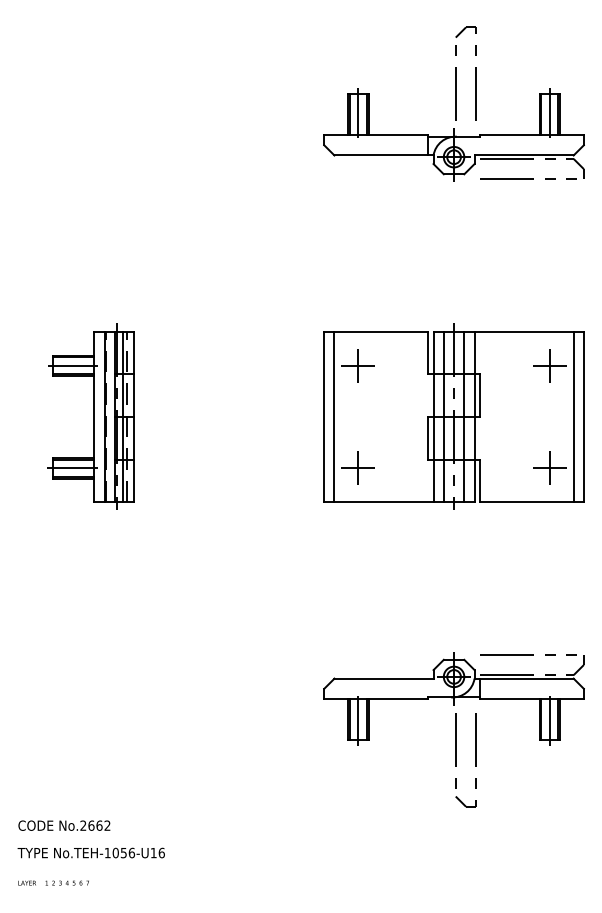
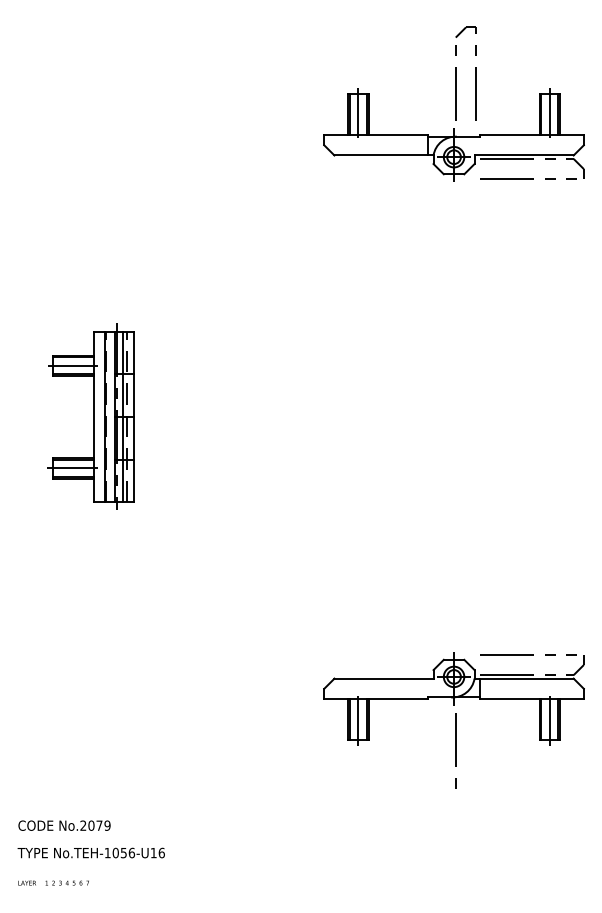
part at (453, 416): present -> none
part at (475, 760): present -> none
text at (99, 825): No.2662 -> No.2079
